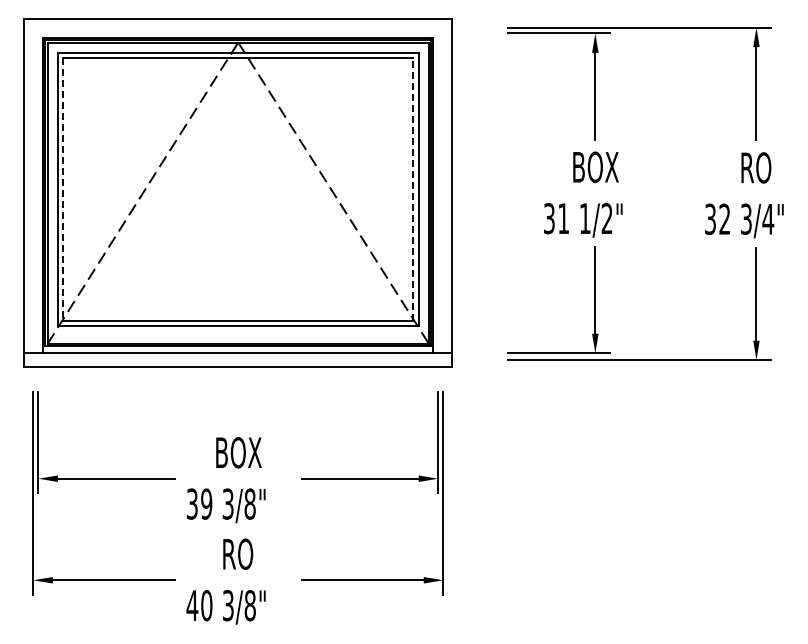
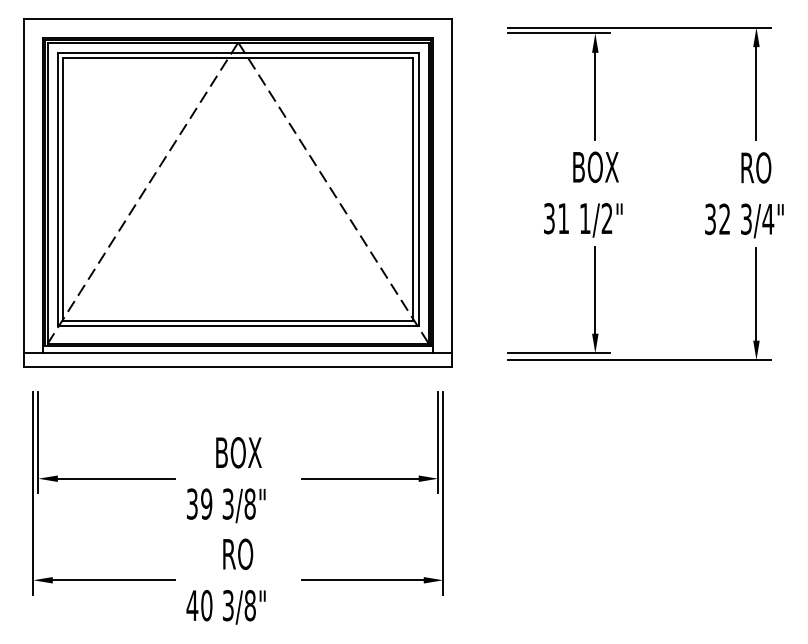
line at (413, 188): dashed -> solid
line at (63, 189): dashed -> solid
